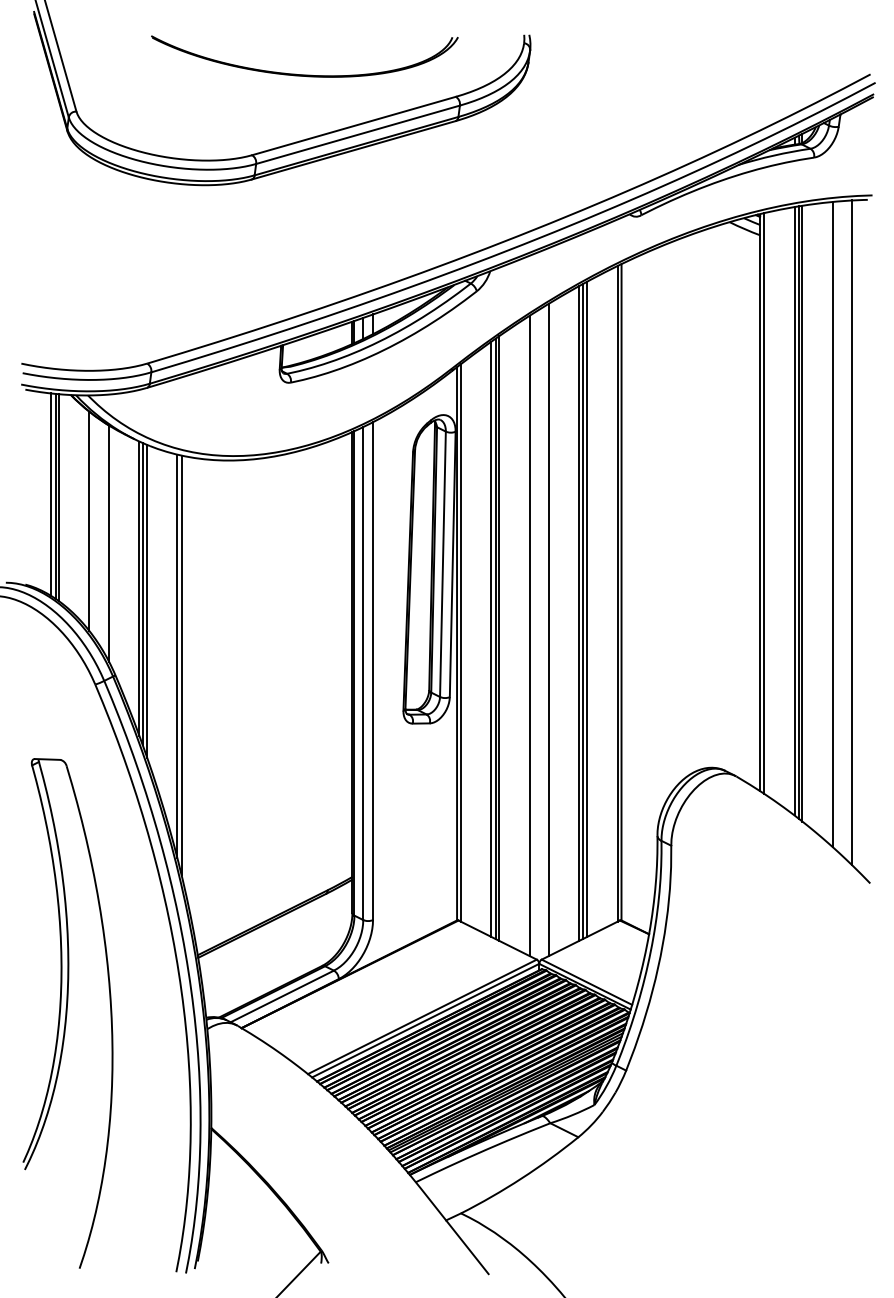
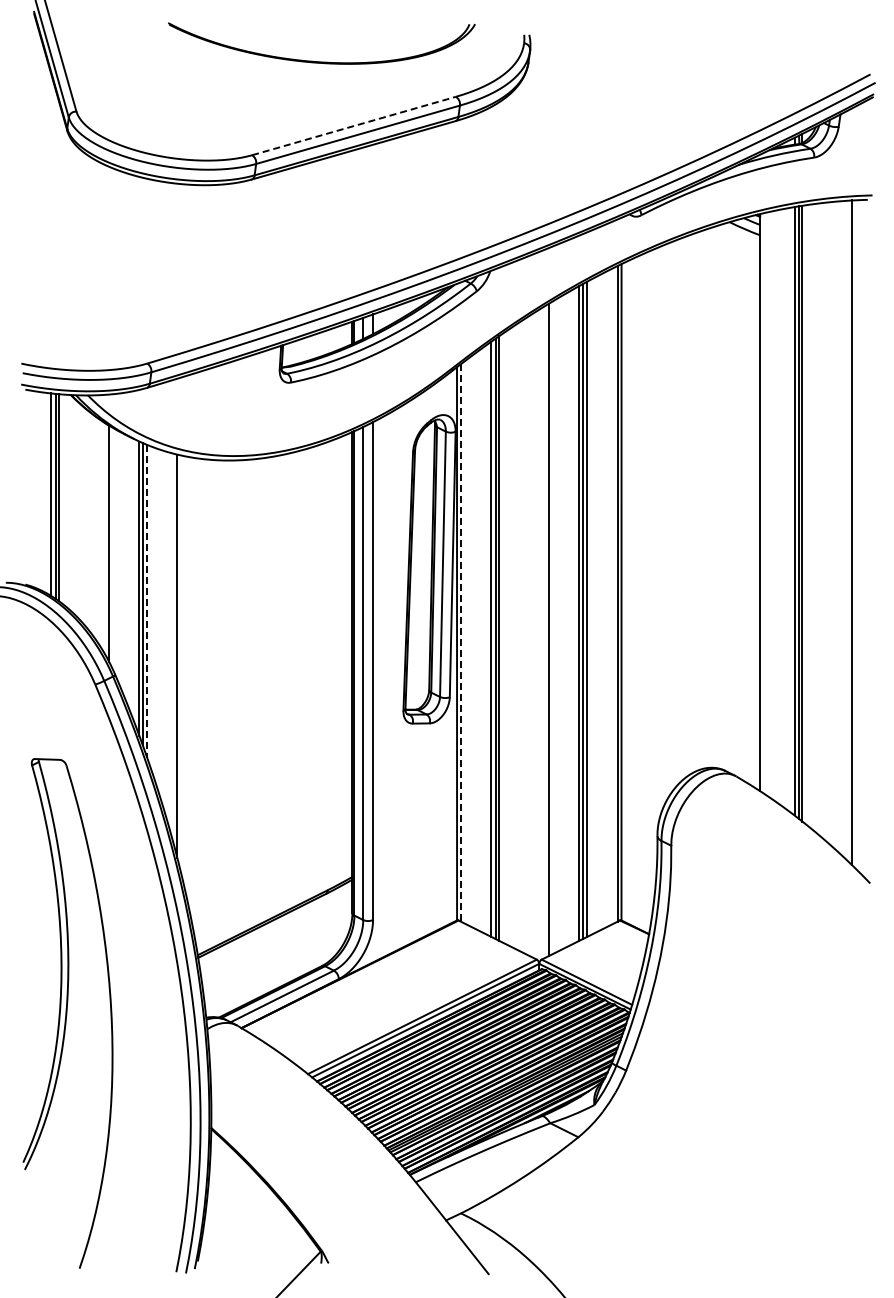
part at (304, 74) position: (304, 74) -> (321, 61)
line at (354, 126): solid -> dashed
line at (764, 503): present -> none
line at (89, 521): present -> none
line at (832, 524): present -> none
line at (147, 601): solid -> dashed
line at (529, 635): present -> none
line at (461, 642): solid -> dashed
line at (181, 664): present -> none
